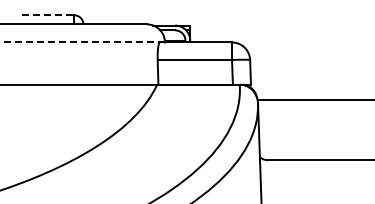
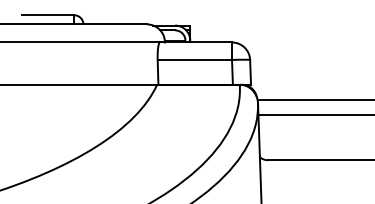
line at (48, 15): dashed -> solid
line at (82, 41): dashed -> solid
line at (314, 114): none -> present
